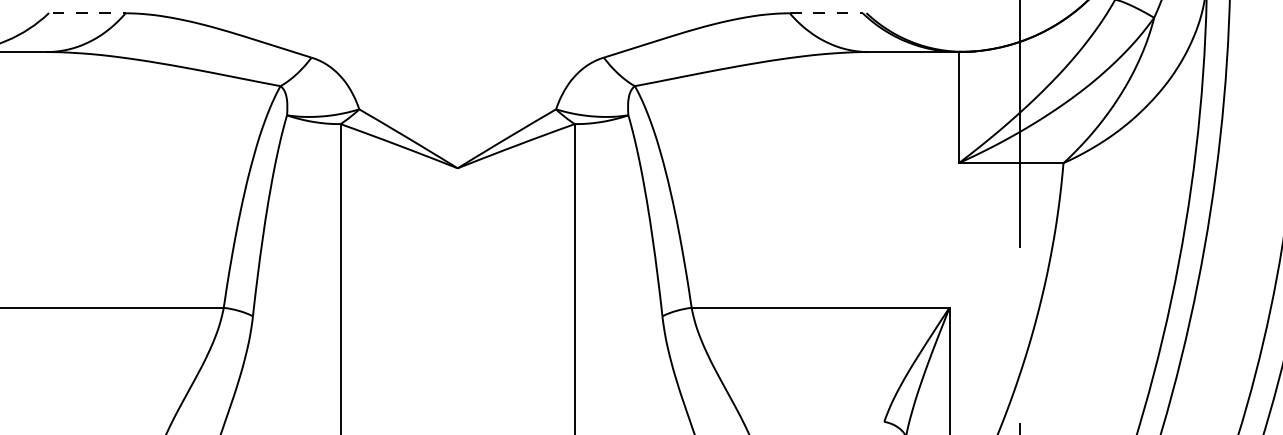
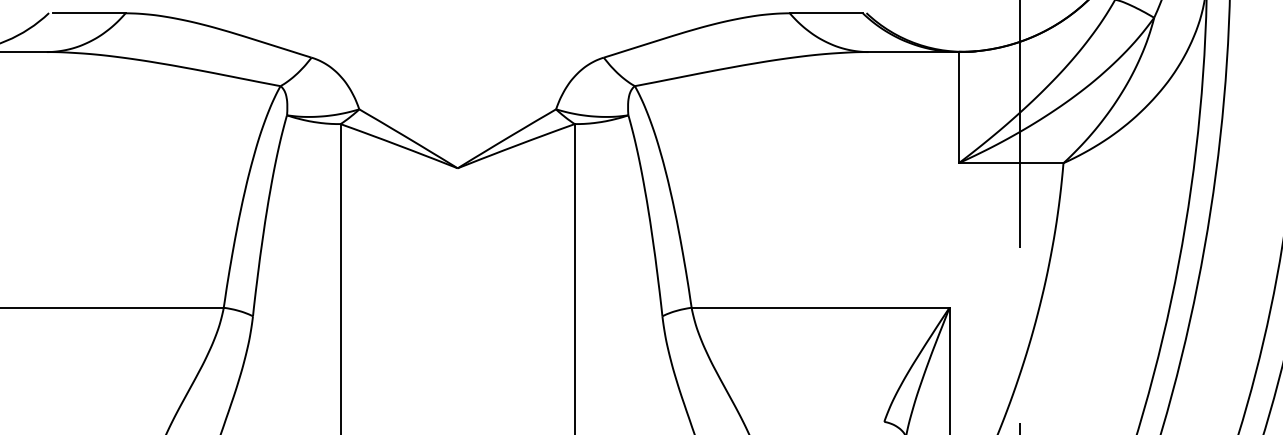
line at (89, 13): dashed -> solid
line at (826, 13): dashed -> solid
